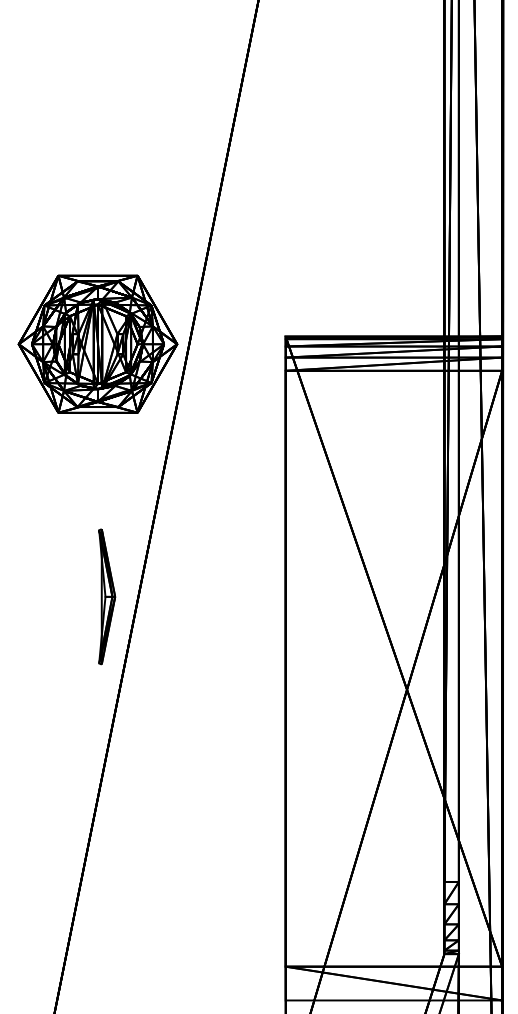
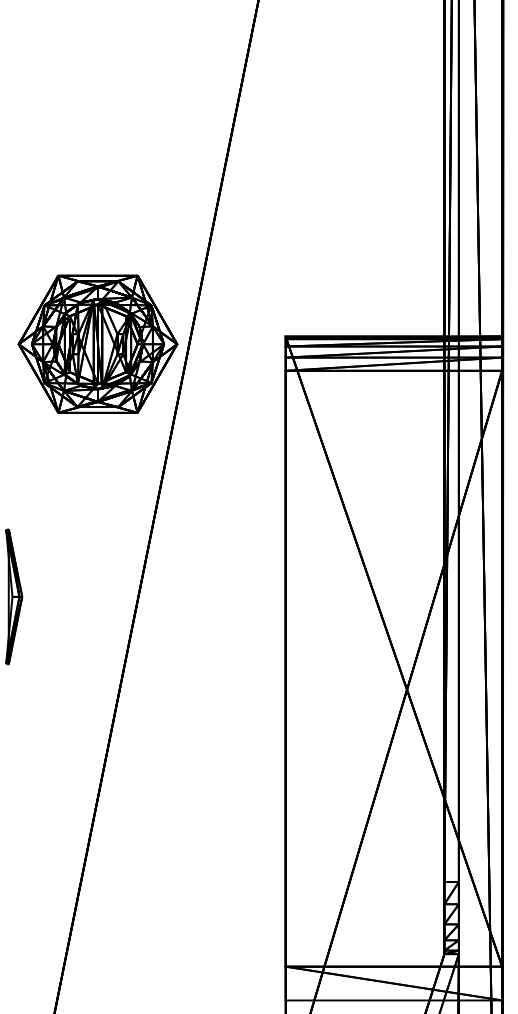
part at (107, 596) position: (107, 596) -> (14, 596)
